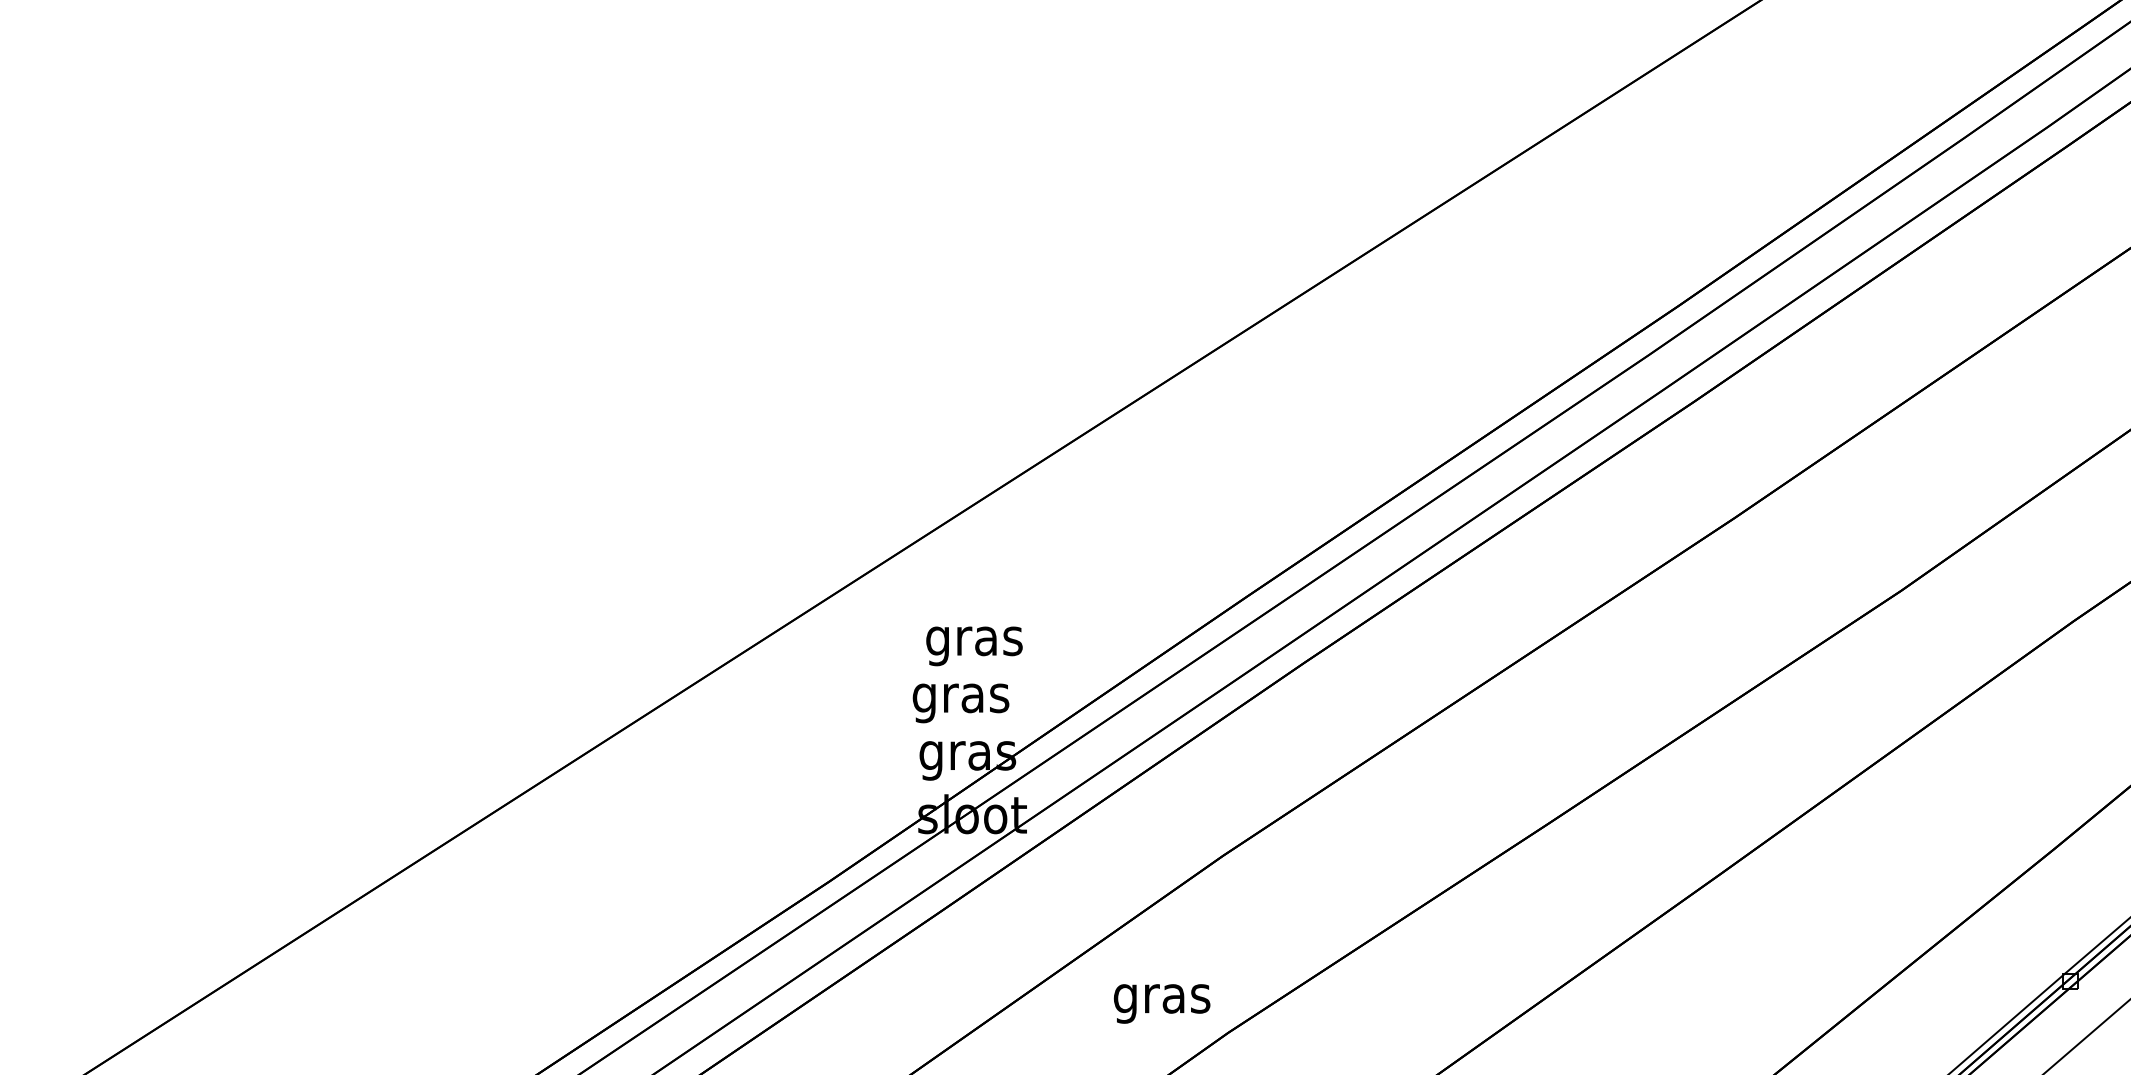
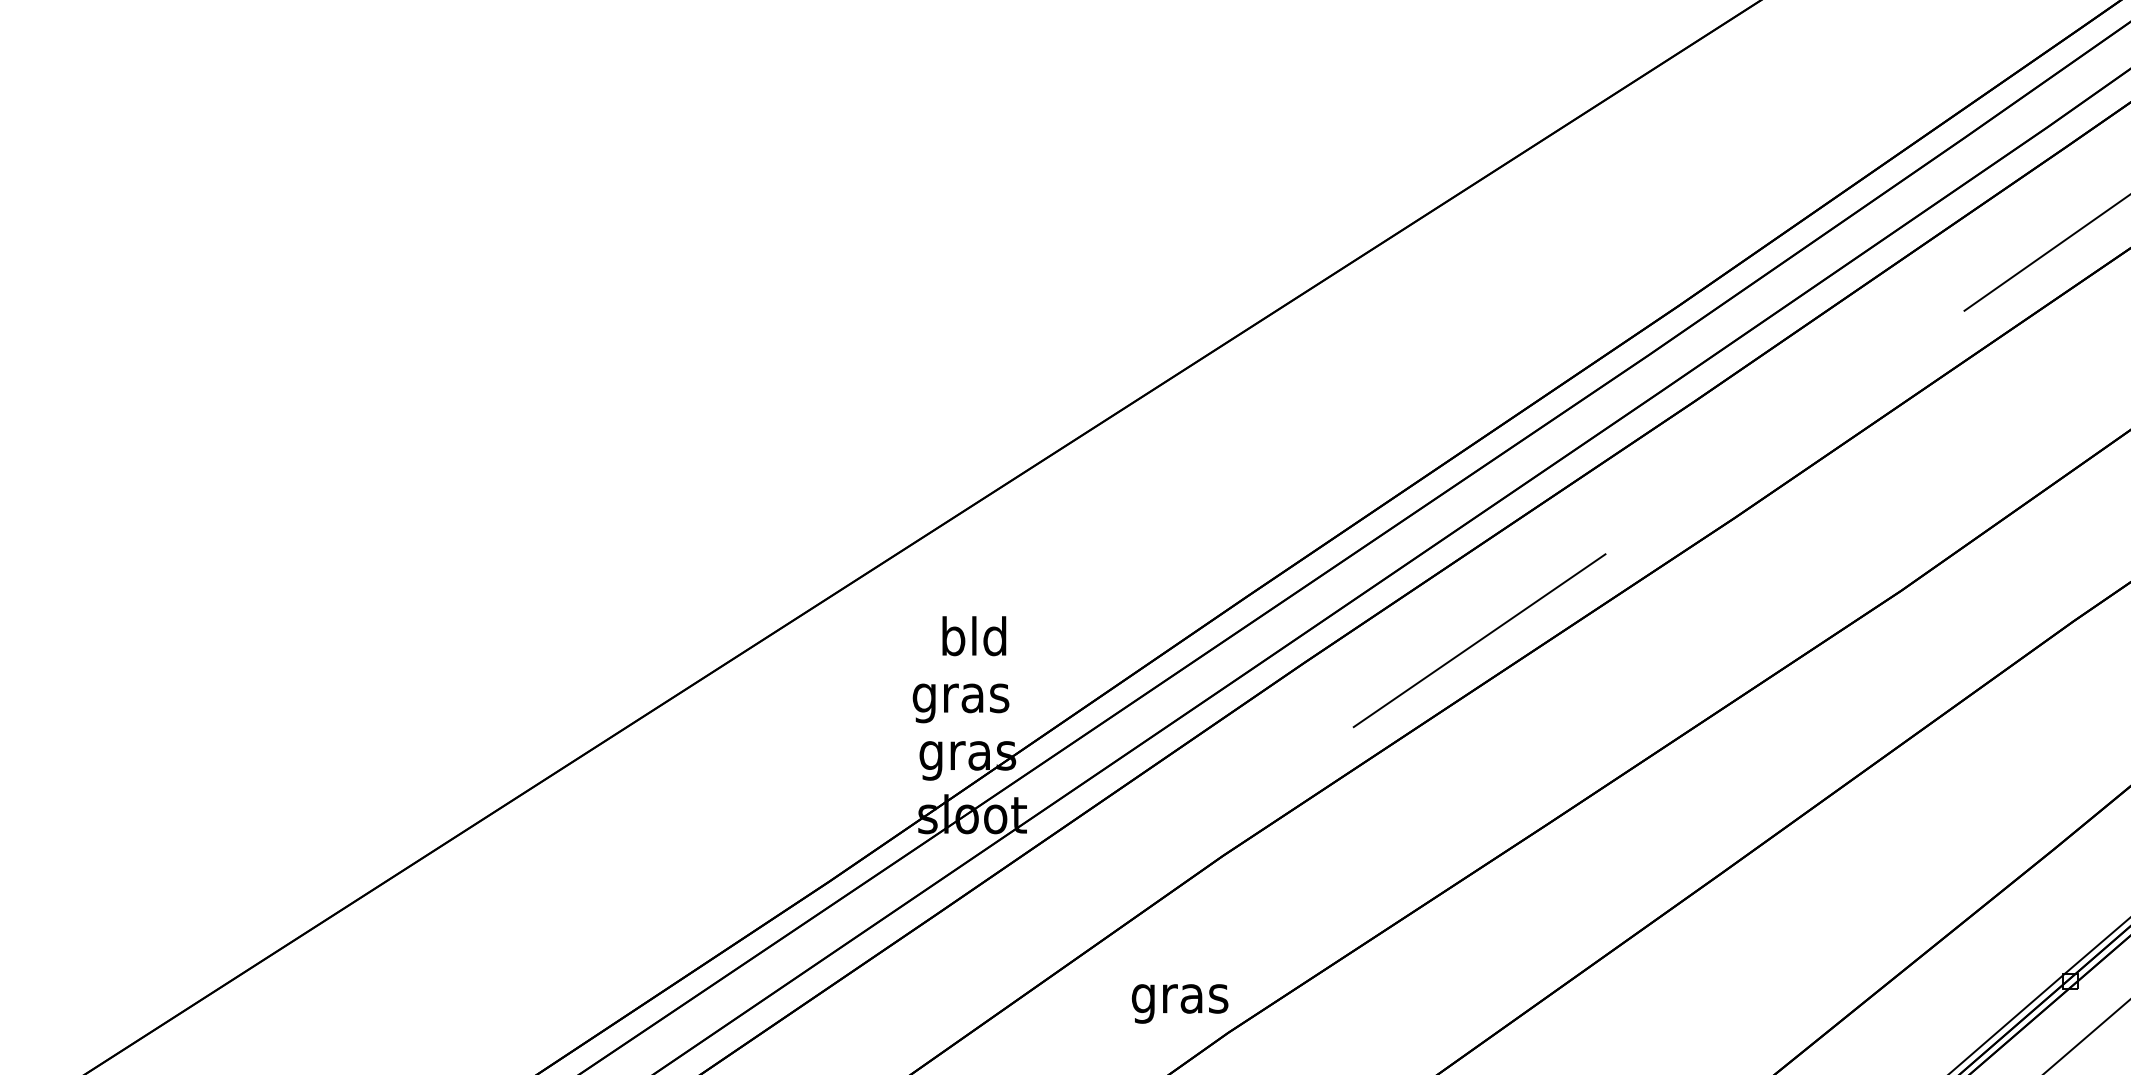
line at (2045, 253): none -> present
line at (1479, 640): none -> present
text at (974, 641): gras -> bld
text at (1161, 1003) position: (1161, 1003) -> (1179, 1003)
